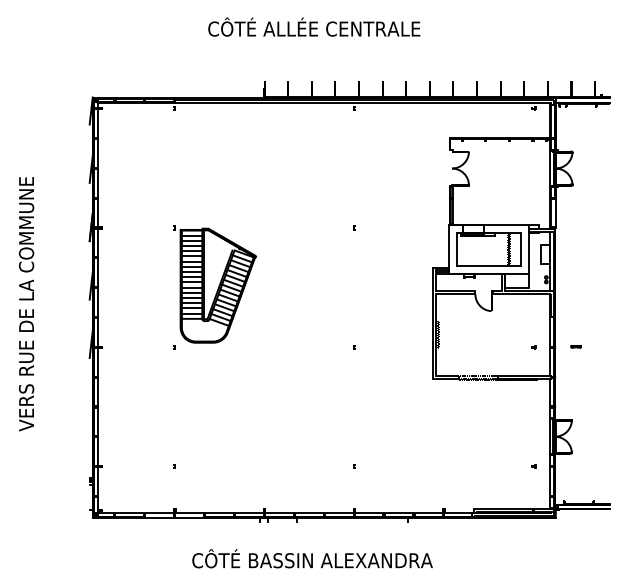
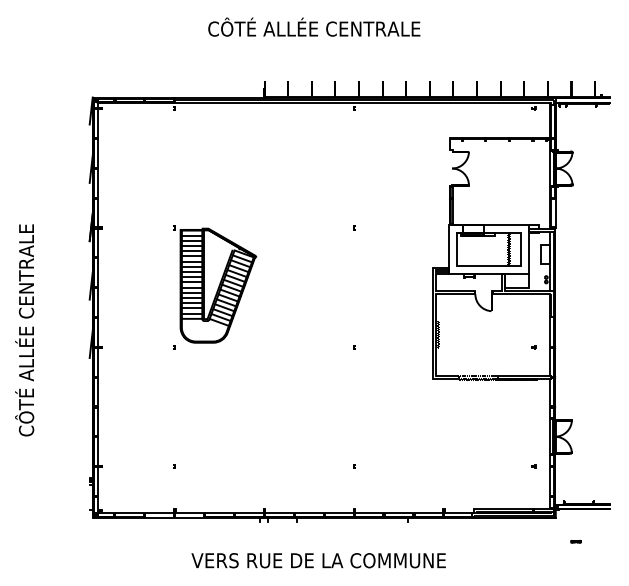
text at (24, 306): VERS RUE DE LA COMMUNE -> CÔTÉ ALLÉE CENTRALE
part at (575, 346) position: (575, 346) -> (575, 541)
text at (318, 558): CÔTÉ BASSIN ALEXANDRA -> VERS RUE DE LA COMMUNE
